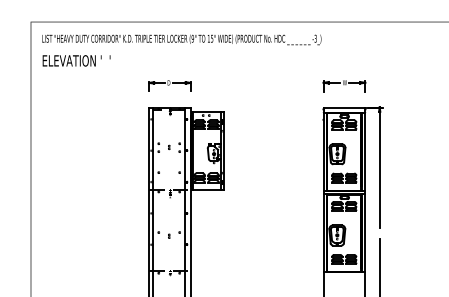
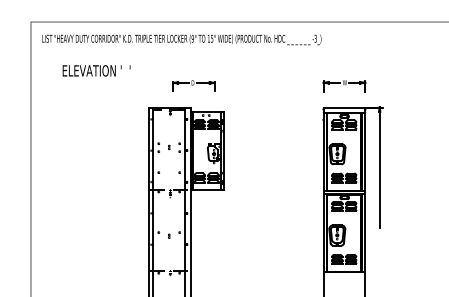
text at (76, 60) position: (76, 60) -> (96, 70)
part at (169, 85) position: (169, 85) -> (193, 85)
line at (379, 265): present -> none
